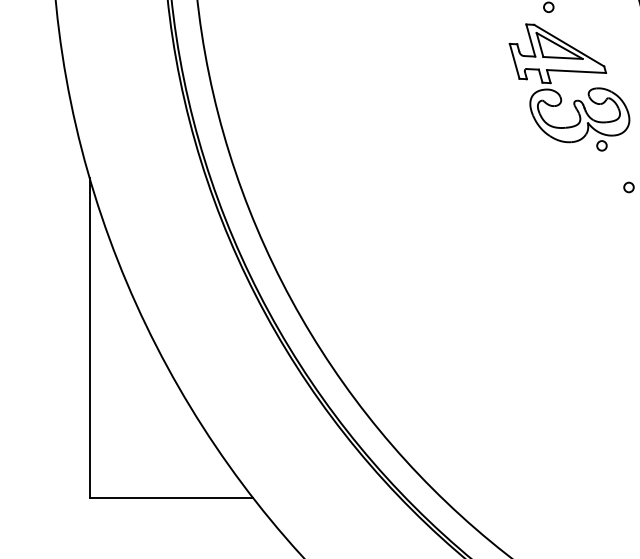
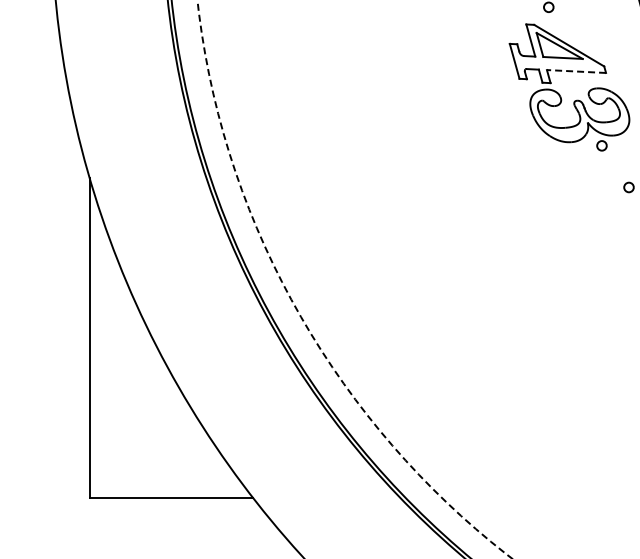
line at (576, 71): solid -> dashed
circle at (354, 279): solid -> dashed
